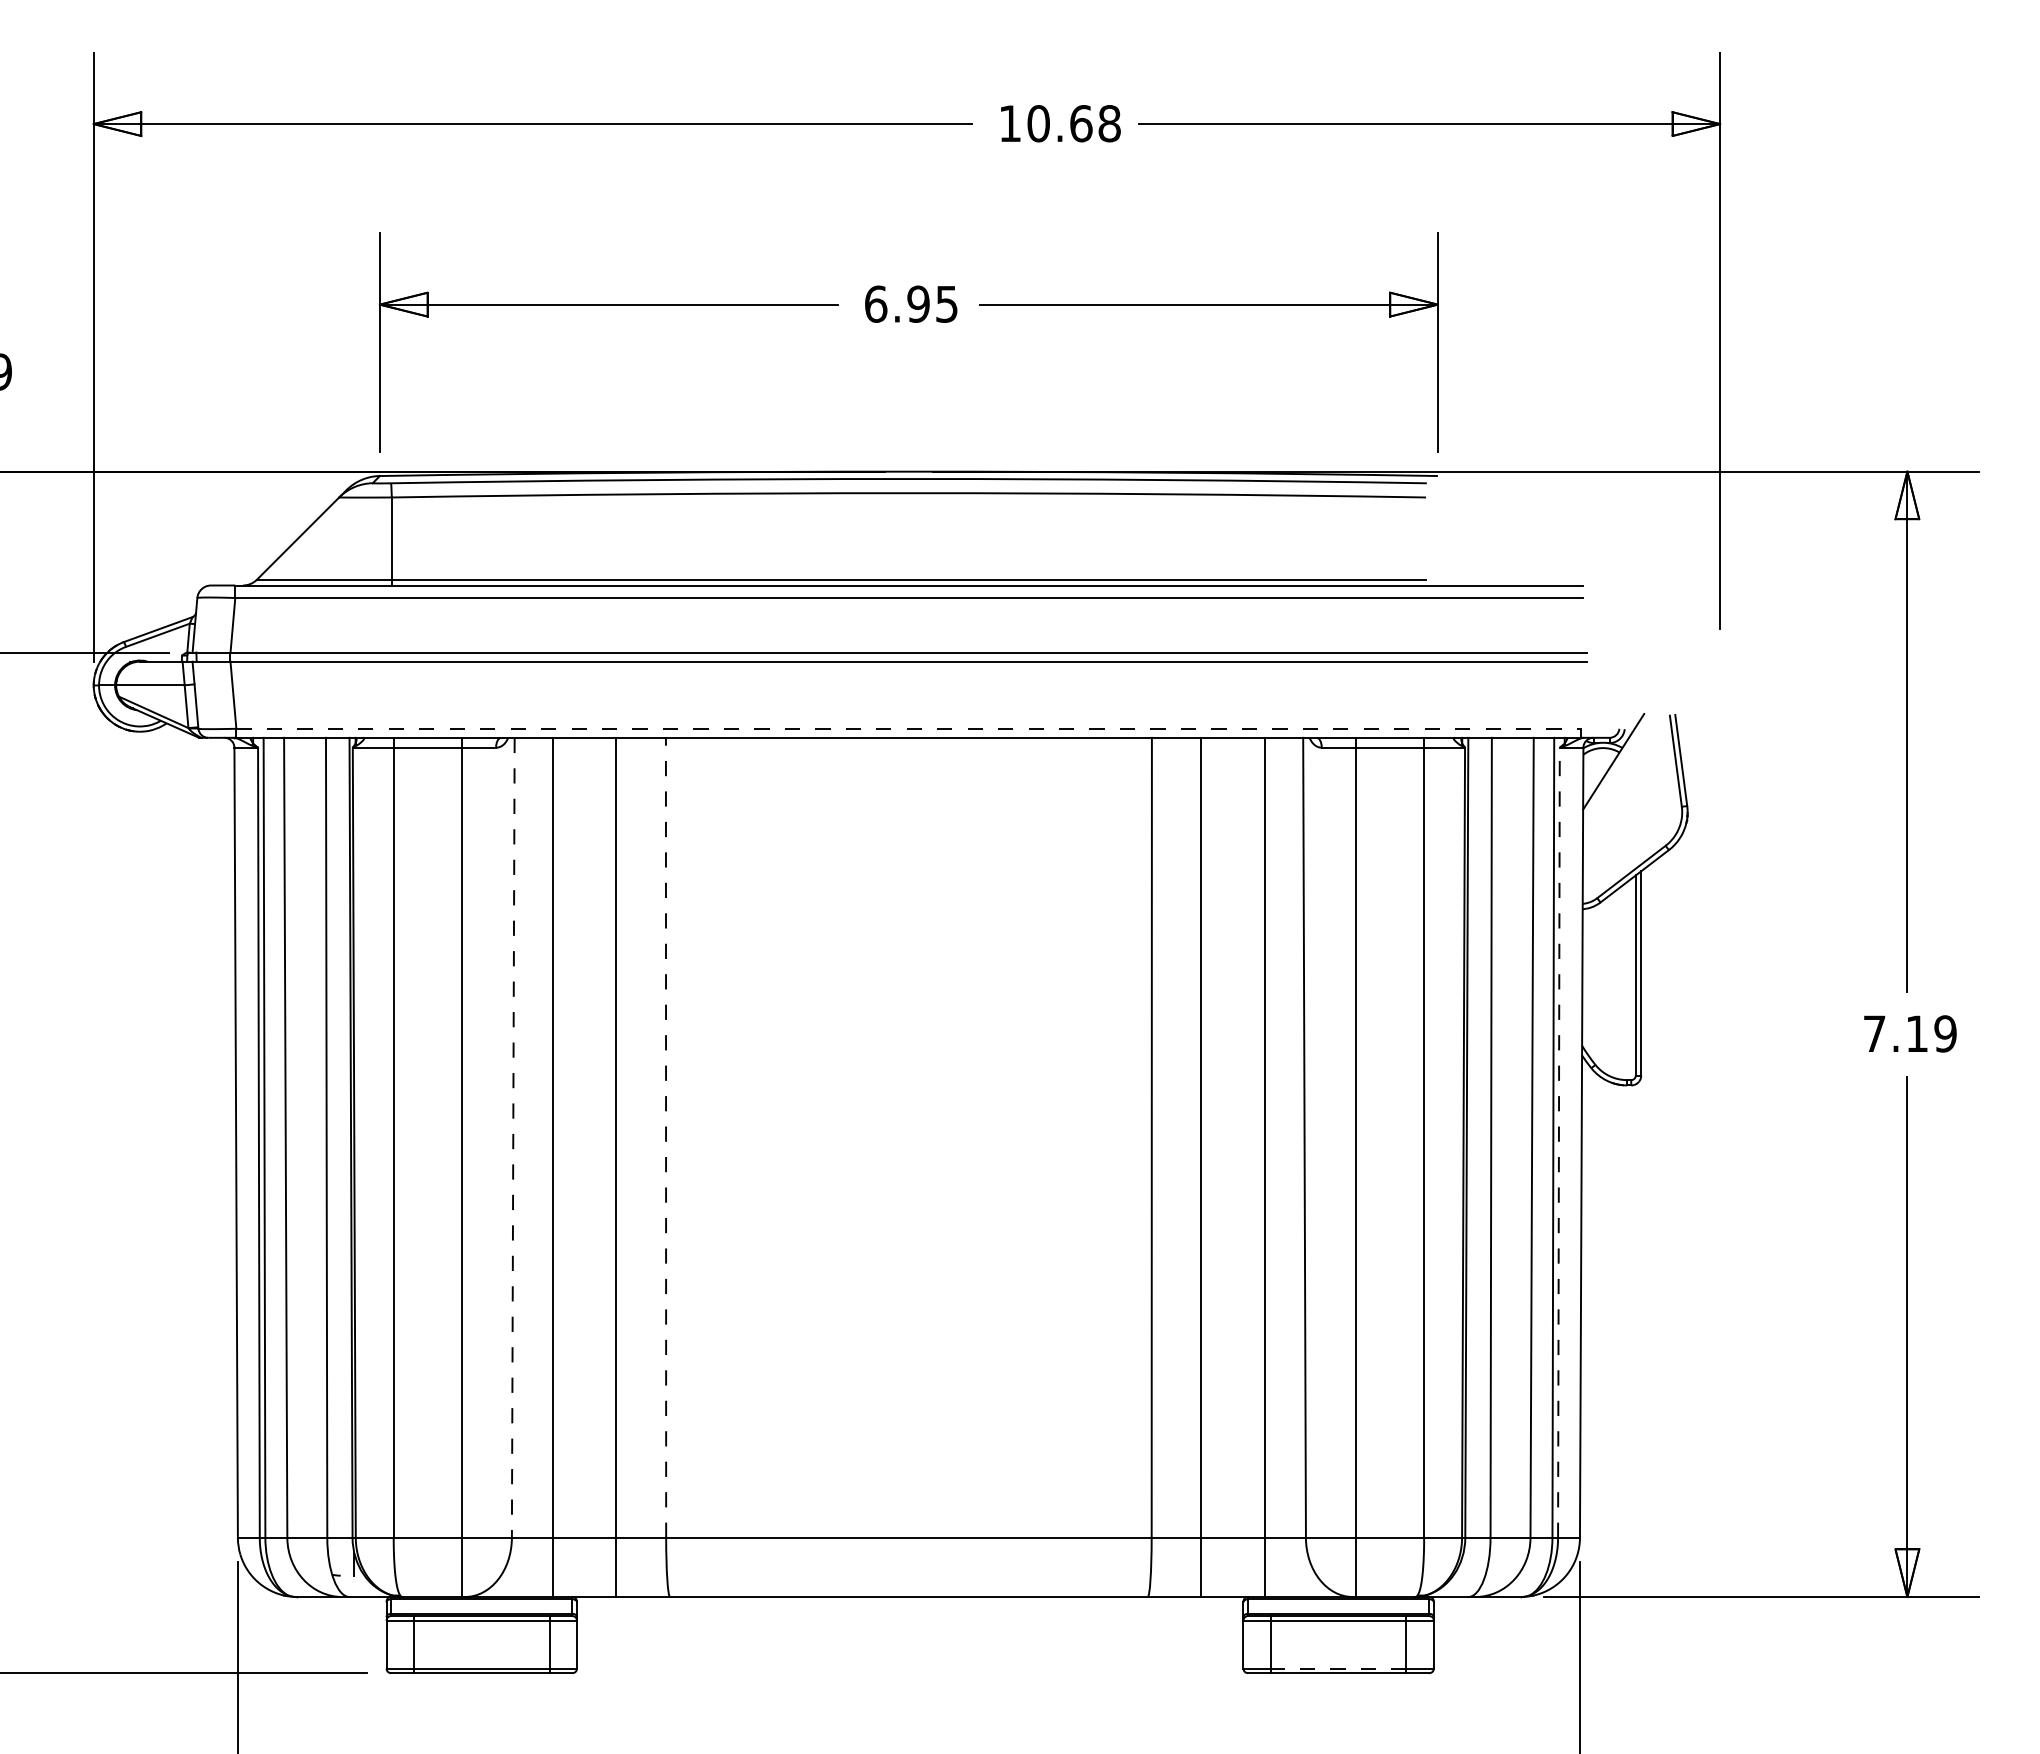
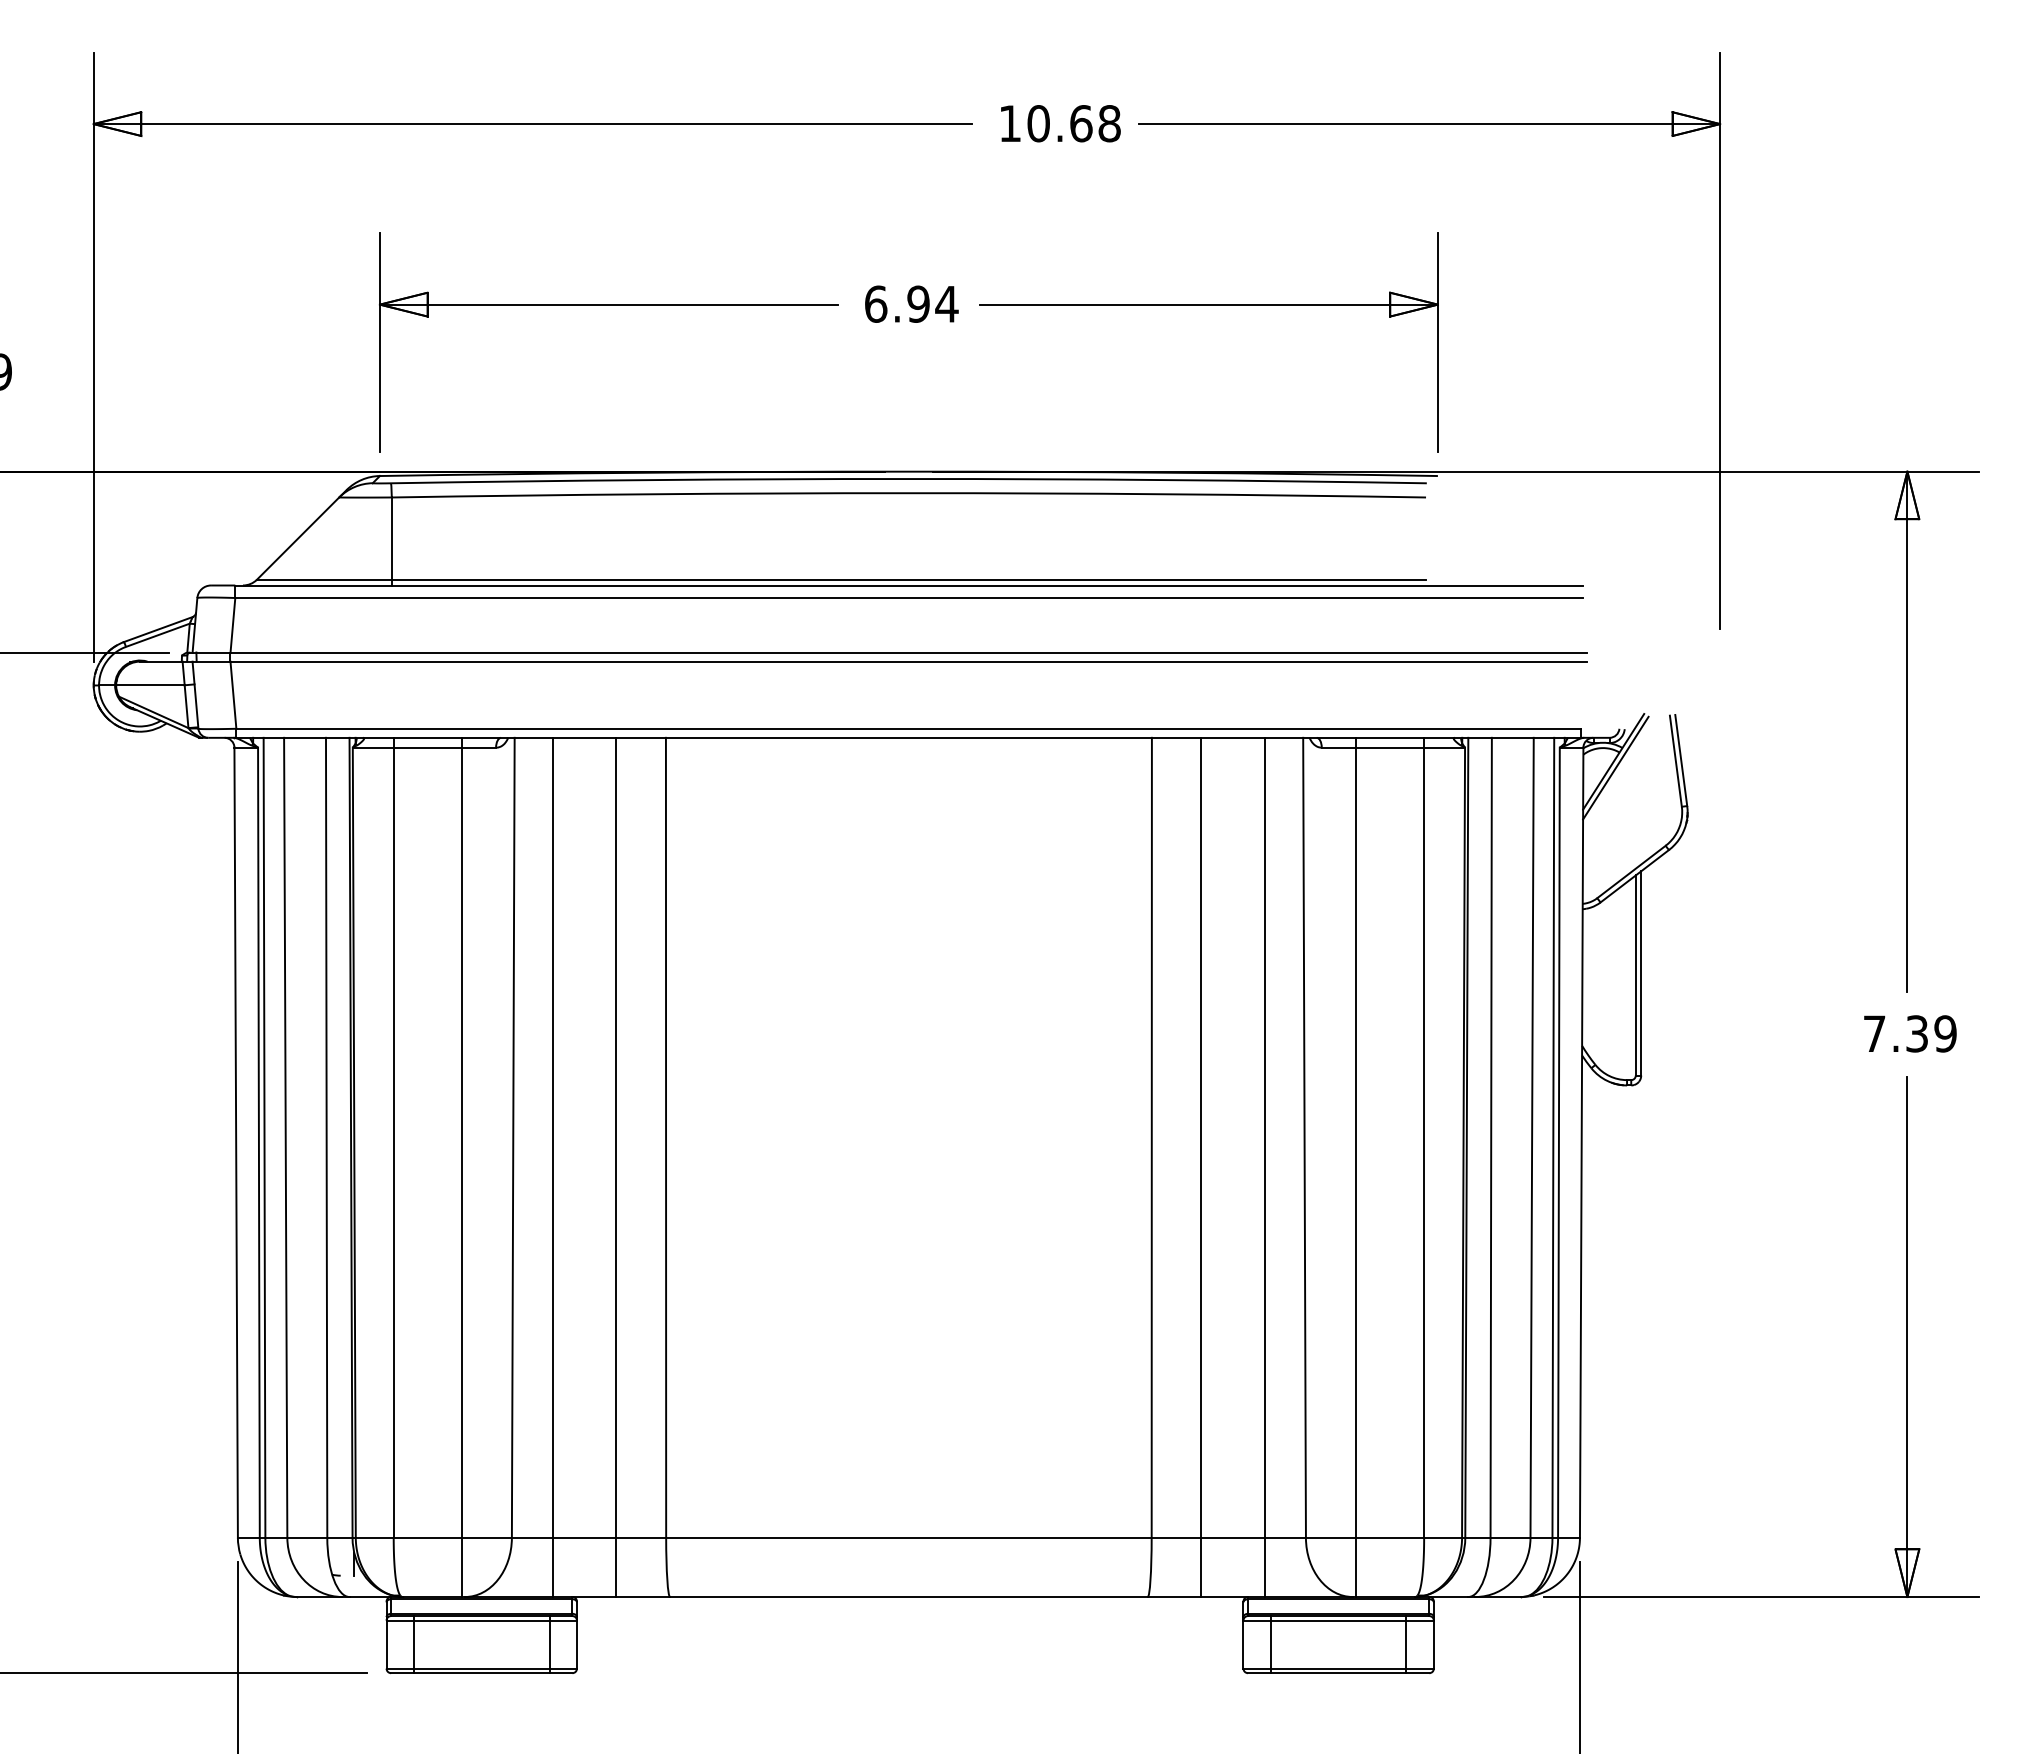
text at (946, 304): 6.95 -> 6.94
line at (908, 728): dashed -> solid
line at (1615, 767): none -> present
text at (1916, 1033): 7.19 -> 7.39
line at (666, 1137): dashed -> solid
line at (513, 1138): dashed -> solid
line at (1558, 1142): dashed -> solid
line at (1338, 1668): dashed -> solid
